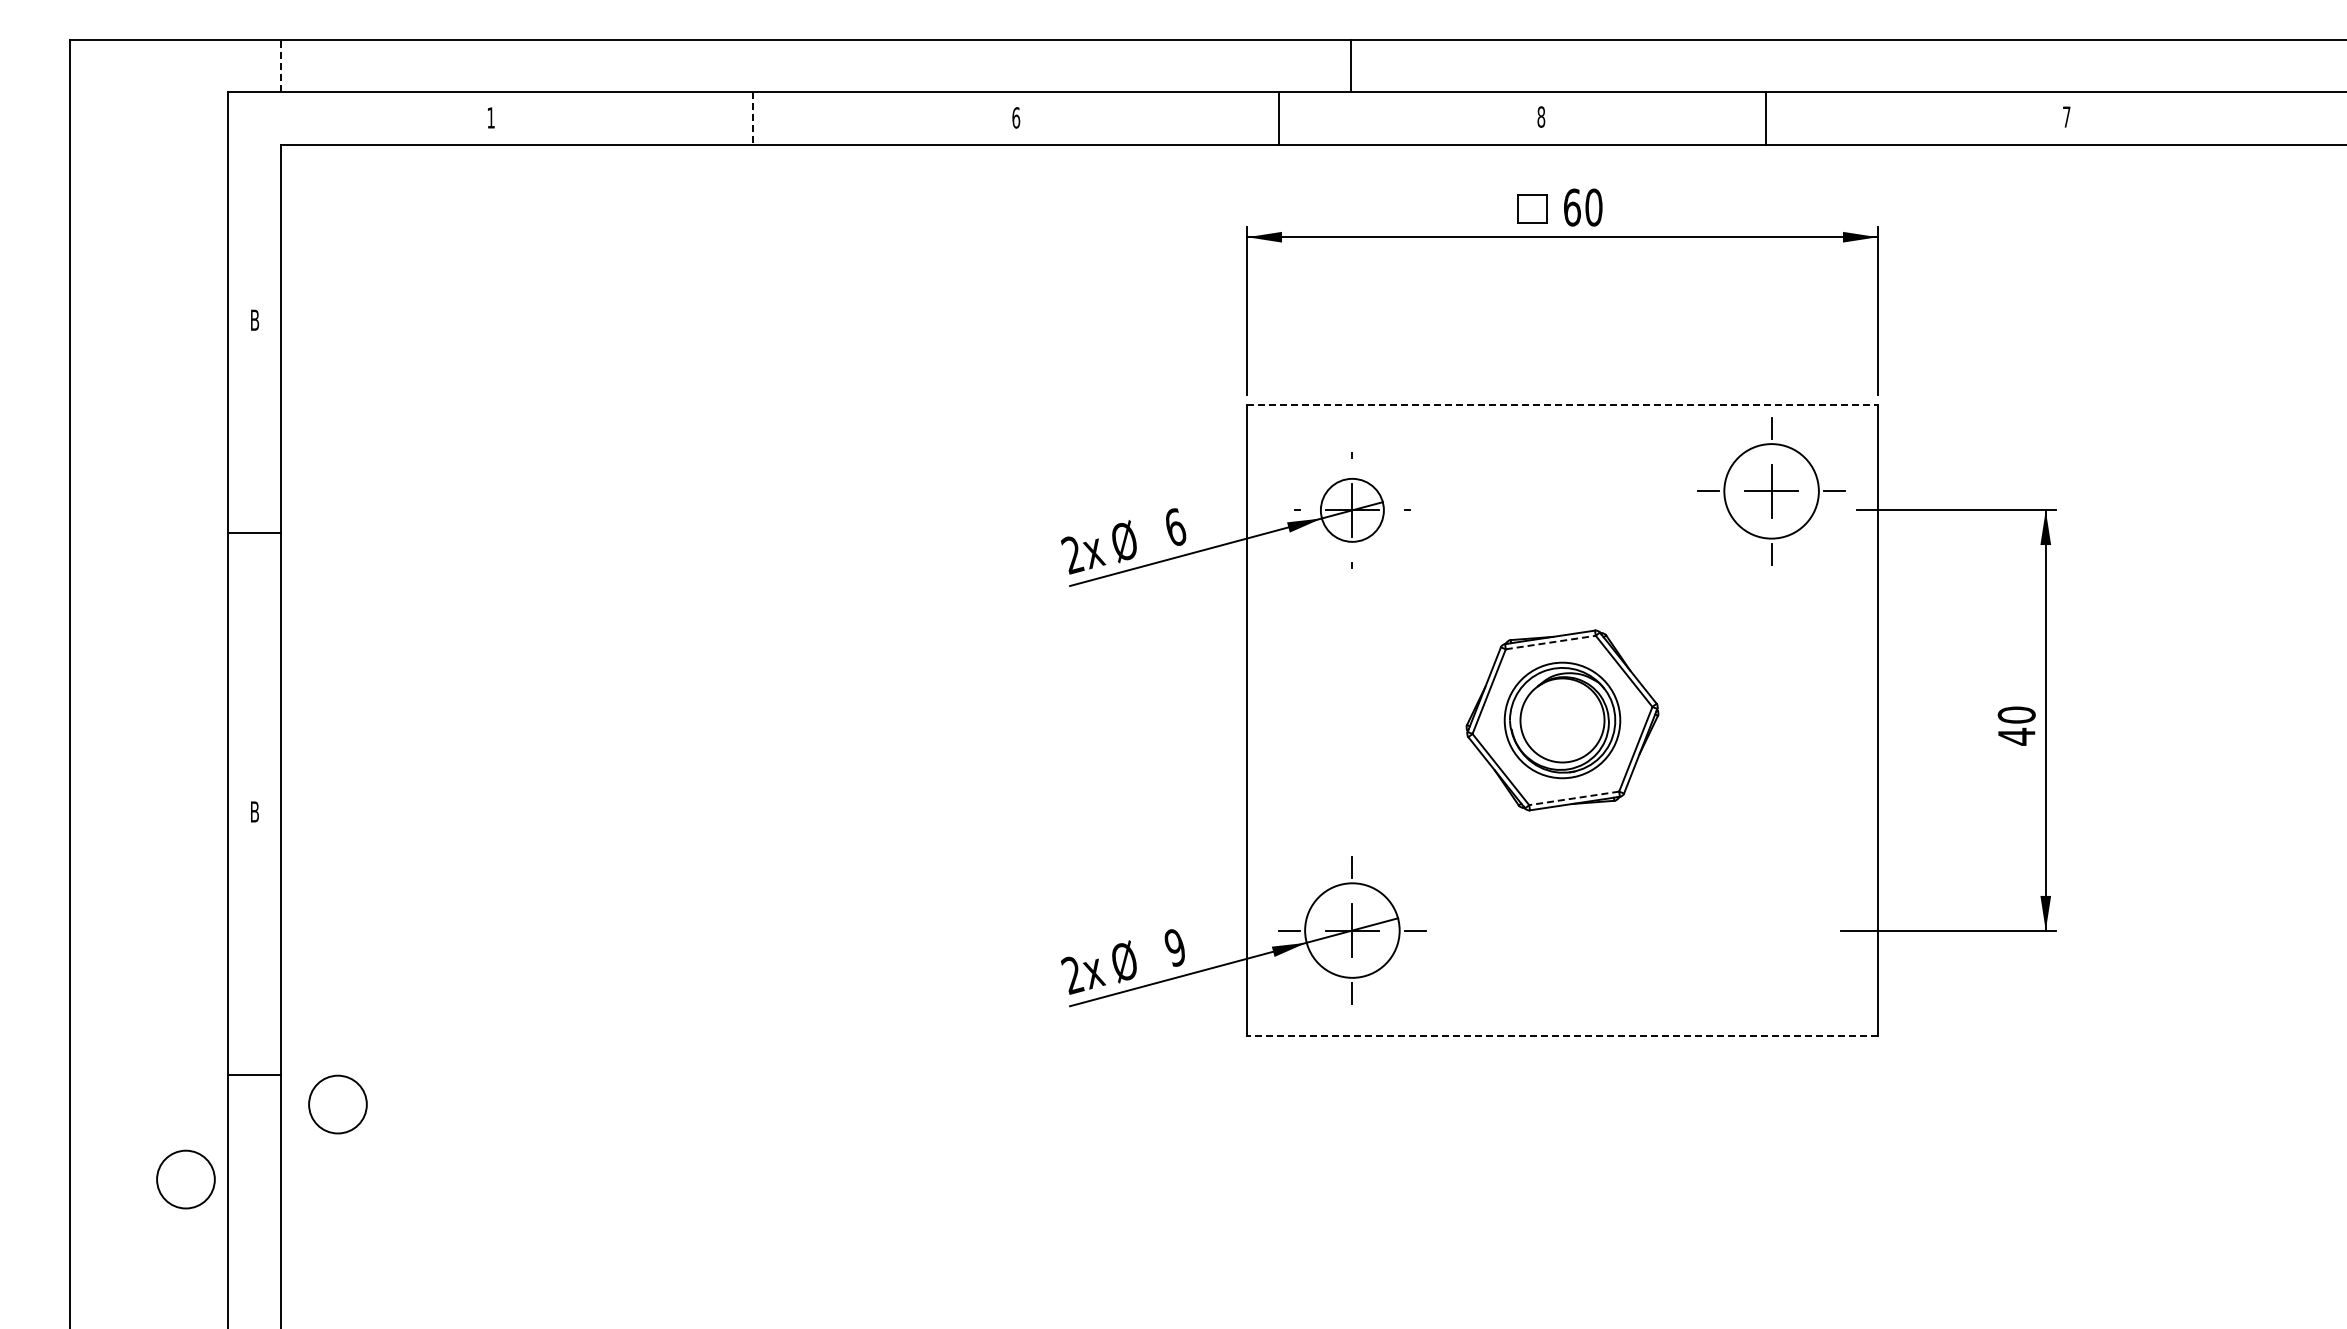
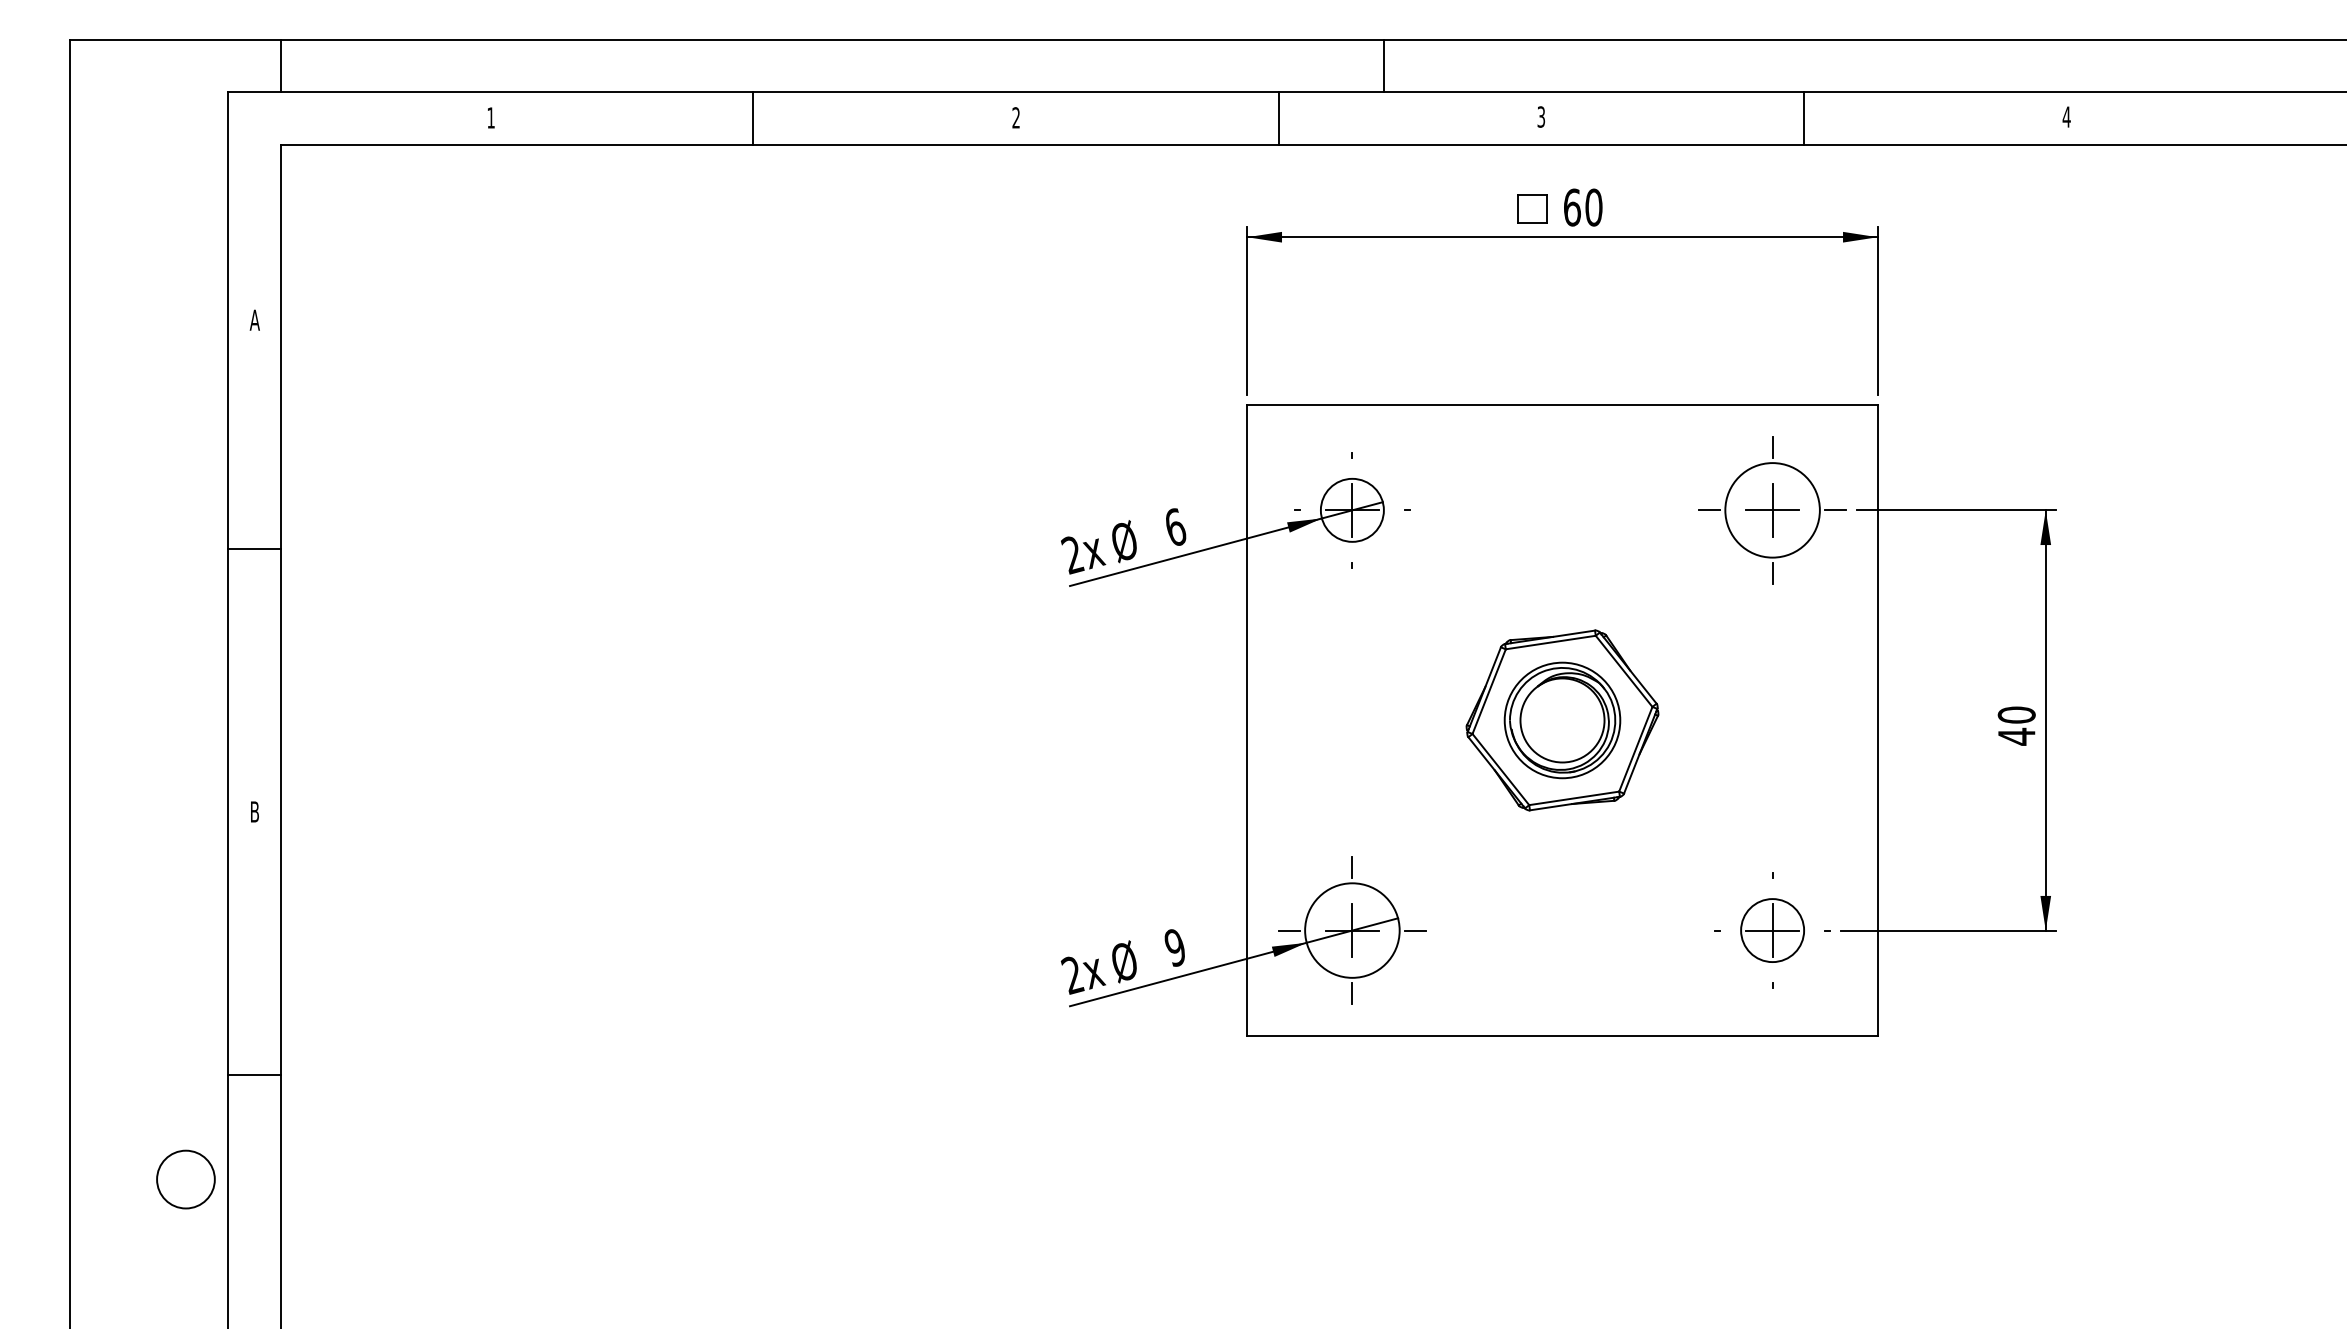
line at (280, 65): dashed -> solid
line at (1350, 65) position: (1350, 65) -> (1383, 65)
text at (1541, 116): 8 -> 3
text at (2066, 116): 7 -> 4
text at (1016, 117): 6 -> 2
line at (1765, 118) position: (1765, 118) -> (1803, 118)
line at (753, 119): dashed -> solid
text at (254, 319): B -> A
line at (1563, 405): dashed -> solid
part at (1771, 491) position: (1771, 491) -> (1772, 510)
line at (253, 533) position: (253, 533) -> (253, 549)
line at (1551, 642): dashed -> solid
line at (1573, 798): dashed -> solid
part at (1772, 930): none -> present
line at (1562, 1035): dashed -> solid
circle at (337, 1104): present -> none
